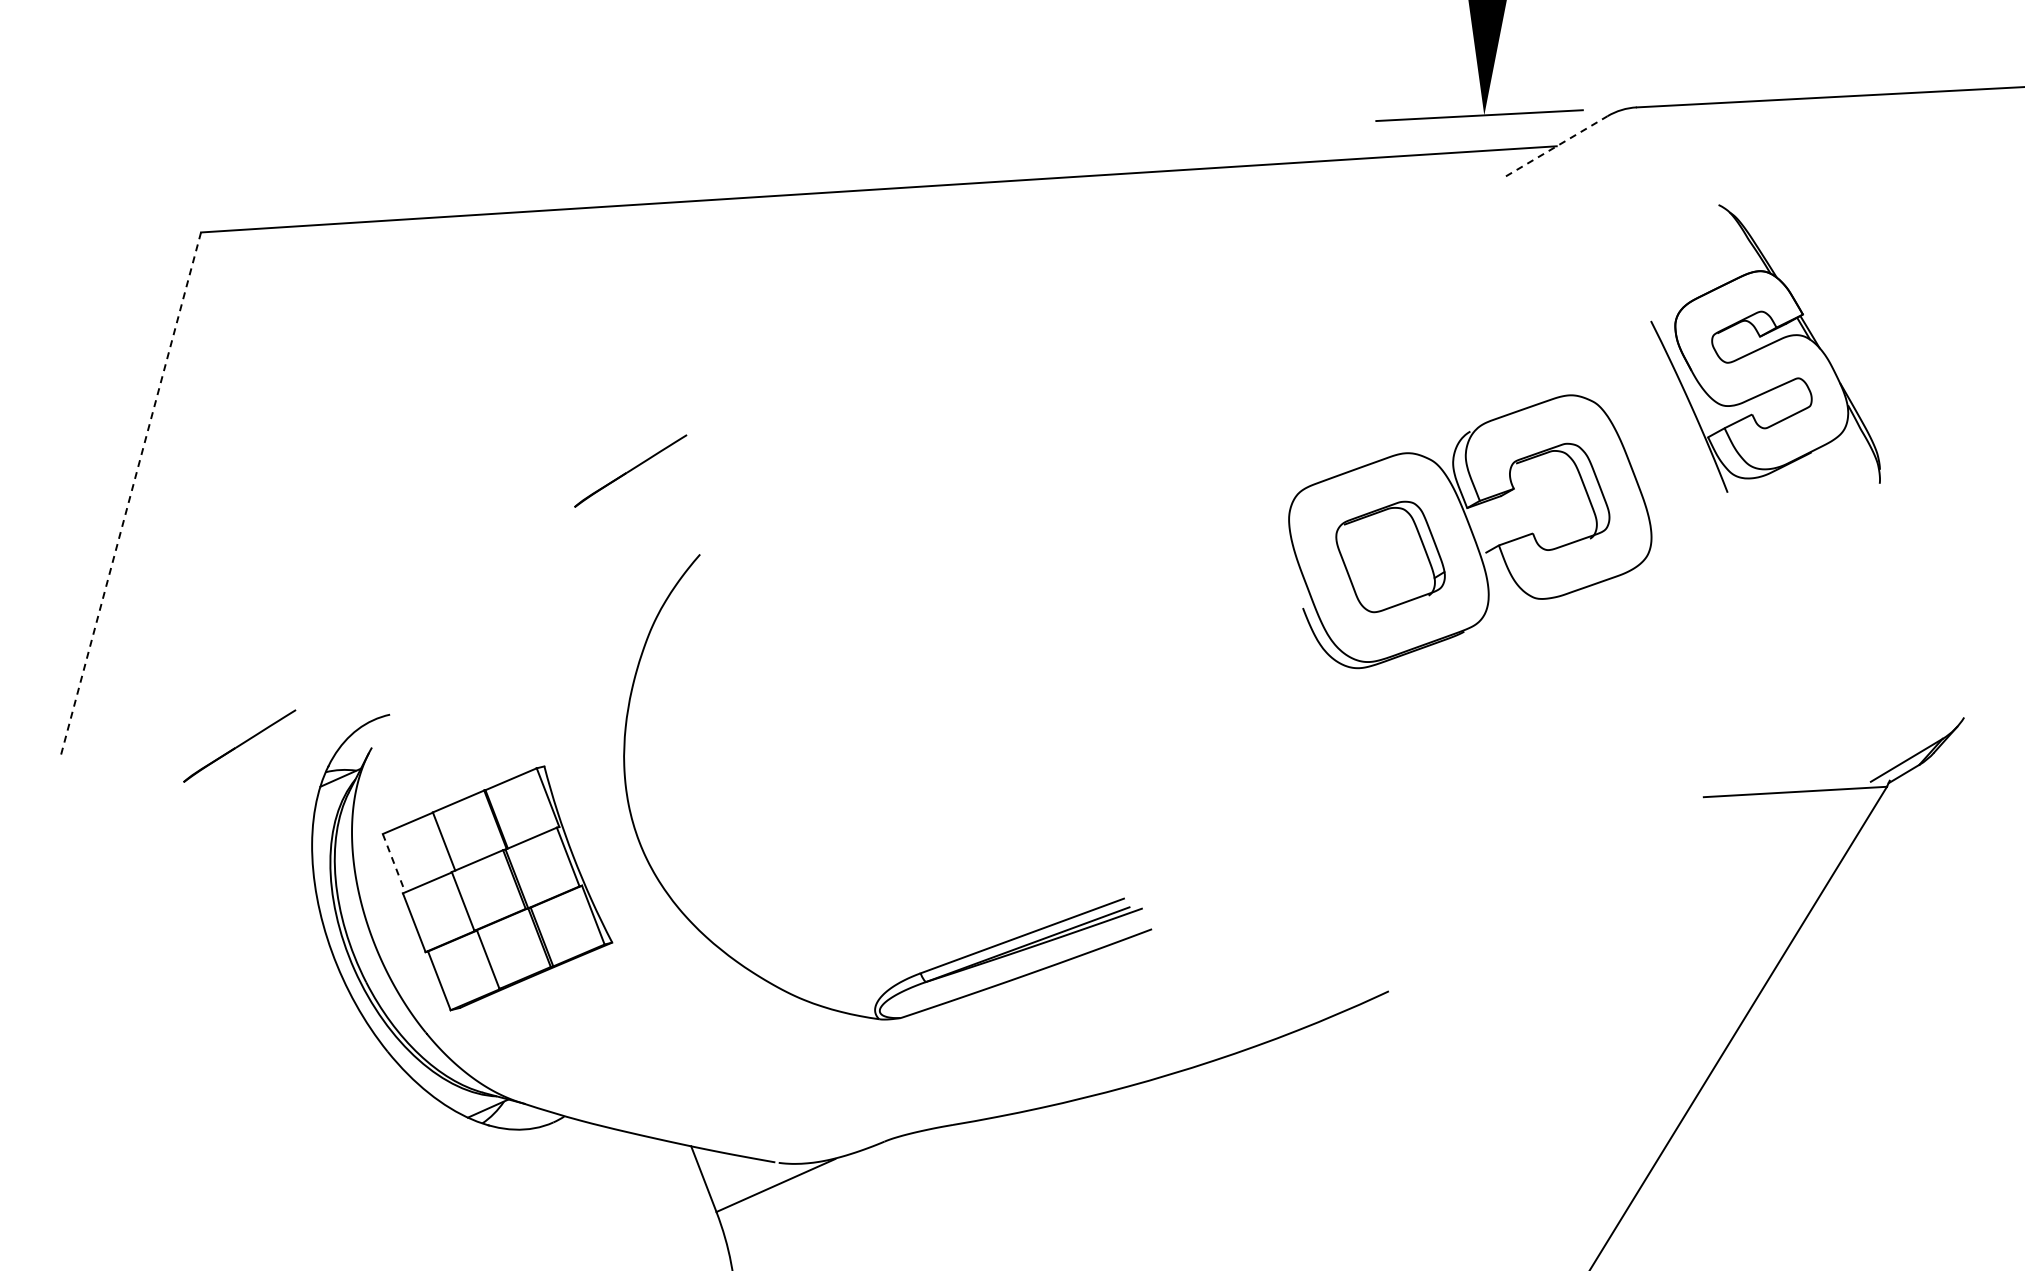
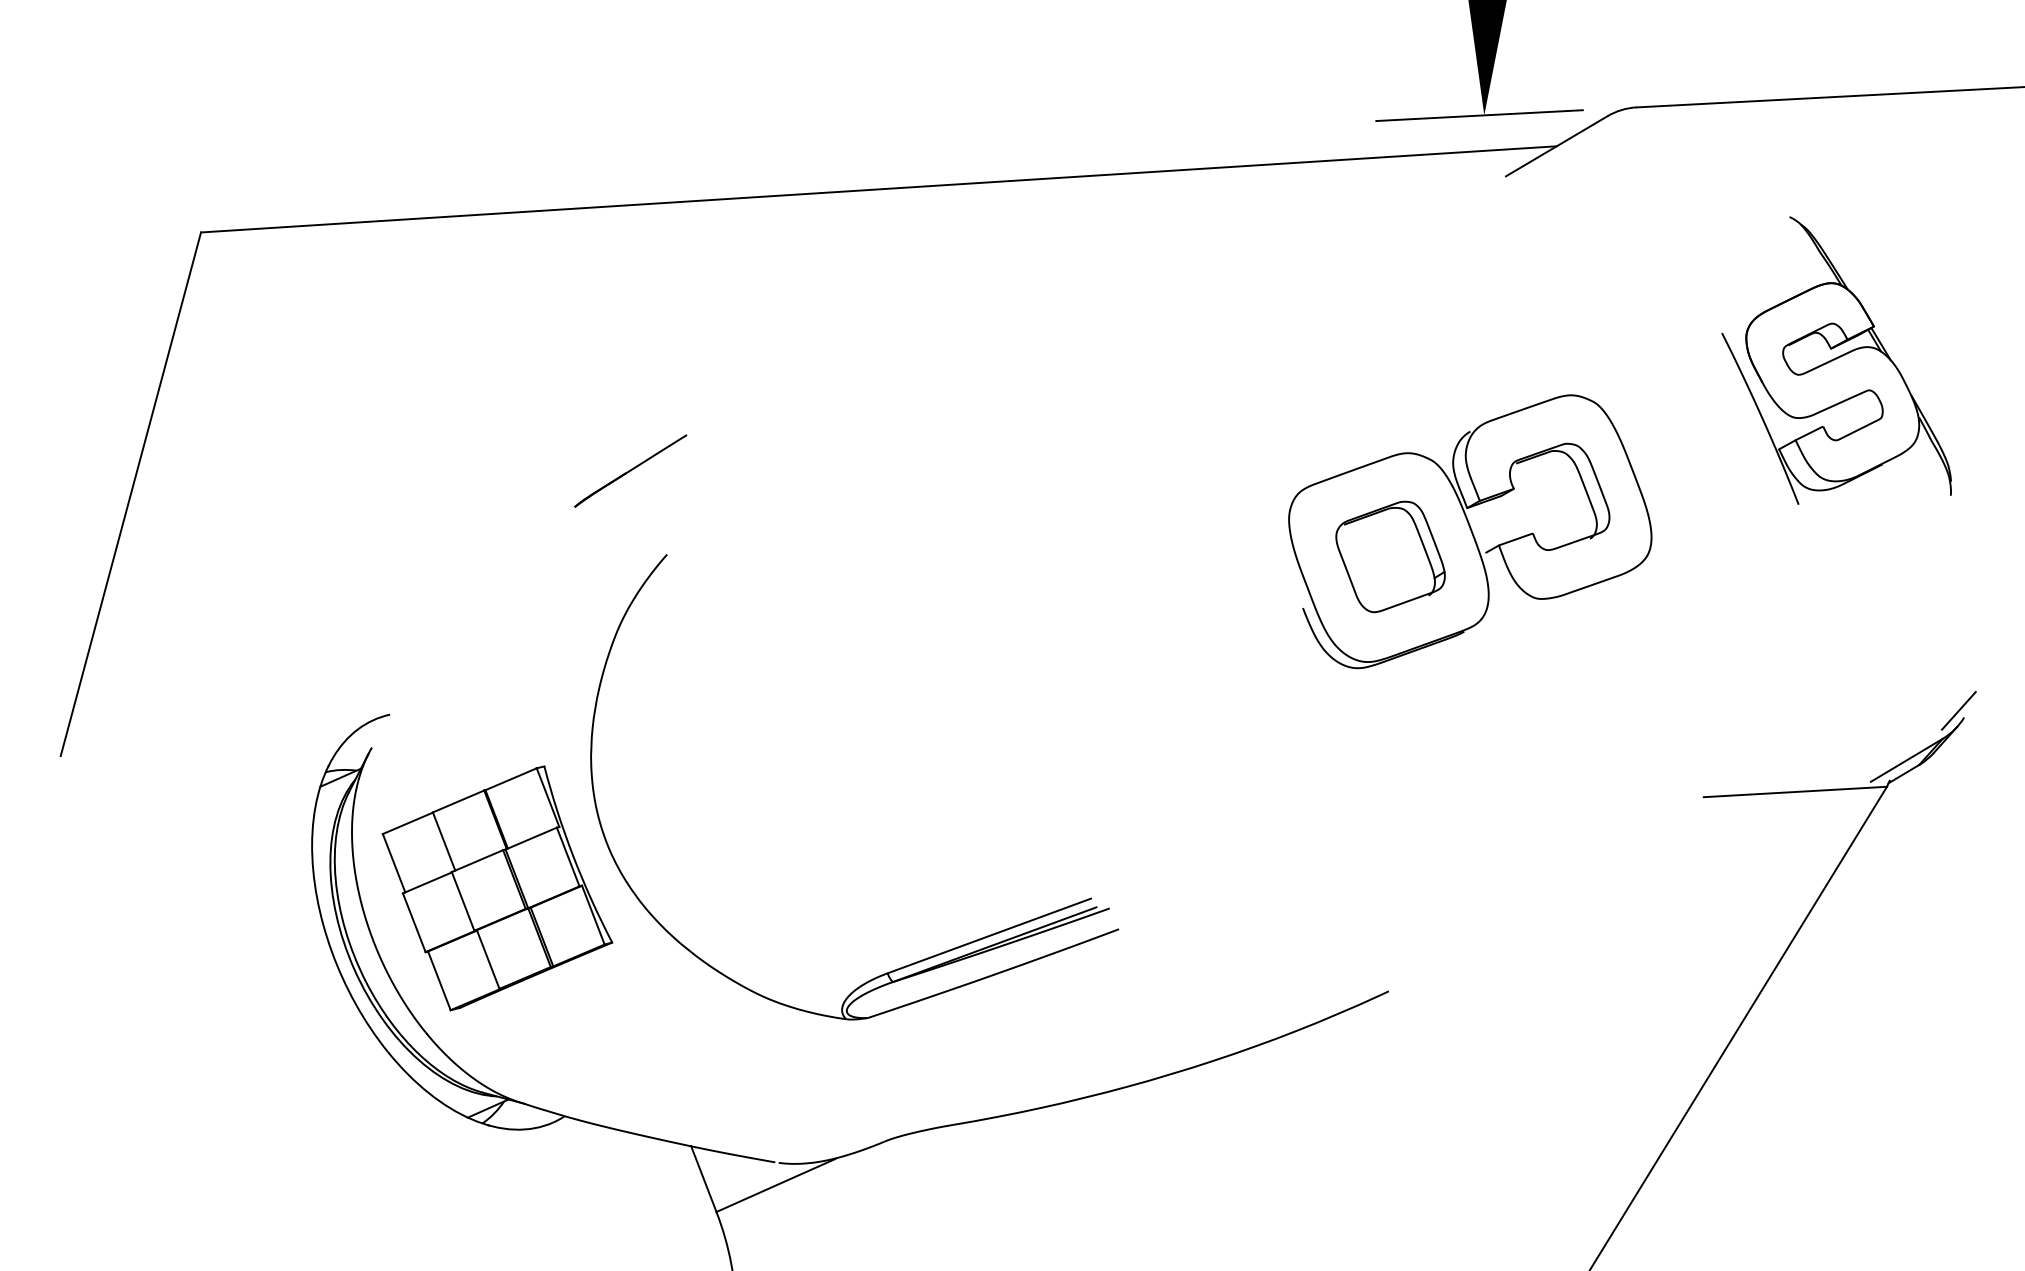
line at (1557, 146): dashed -> solid
part at (1765, 348) position: (1765, 348) -> (1836, 360)
line at (130, 494): dashed -> solid
line at (1958, 710): none -> present
part at (239, 745): present -> none
line at (394, 863): dashed -> solid
part at (954, 959) position: (954, 959) -> (921, 959)
